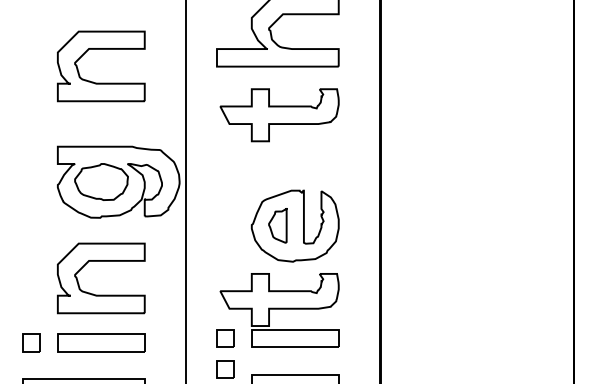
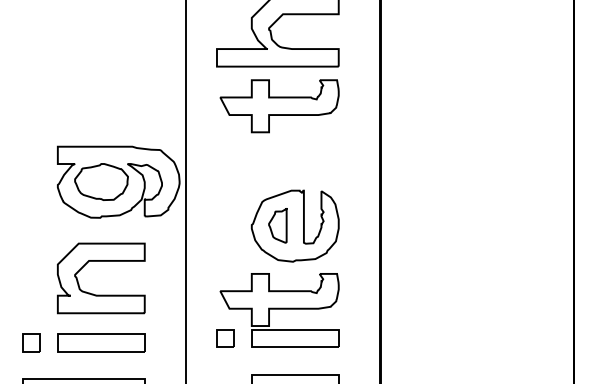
part at (101, 82): present -> none
part at (279, 115) position: (279, 115) -> (279, 106)
part at (225, 369): present -> none
